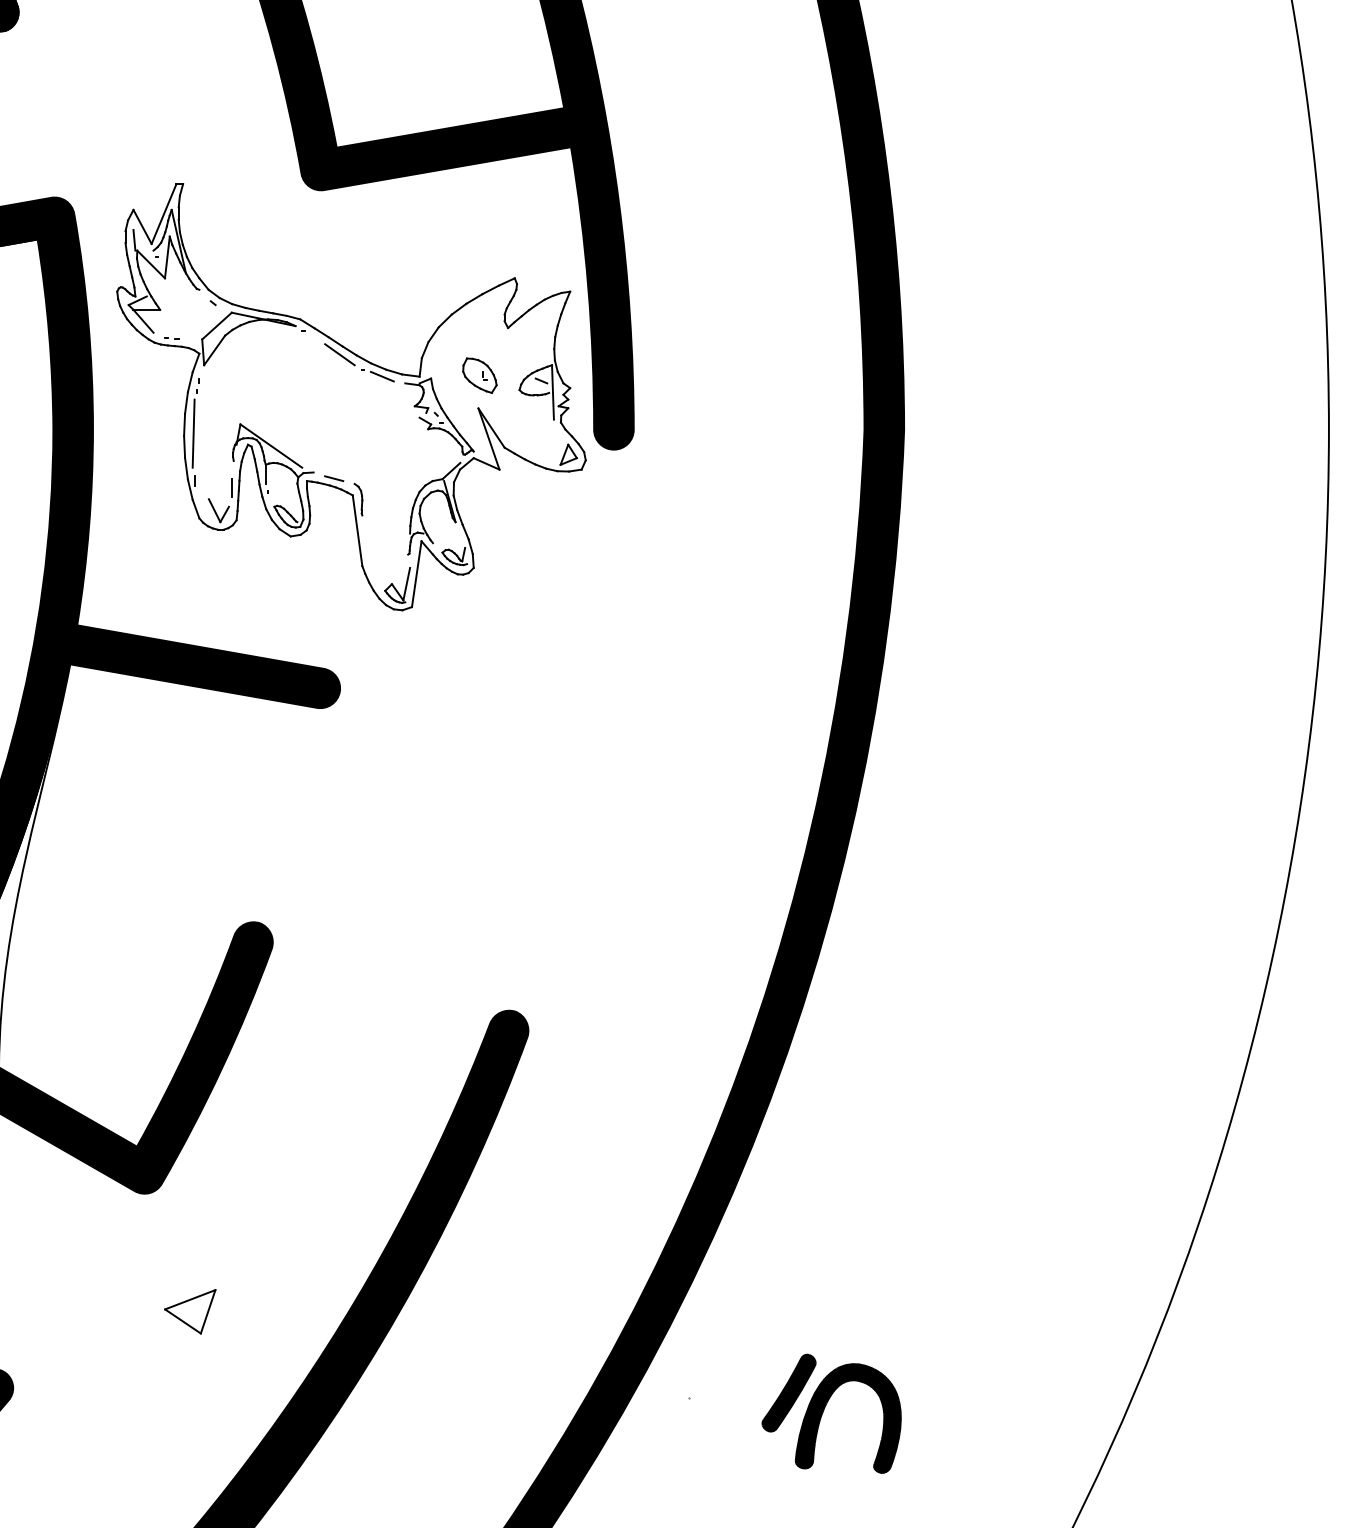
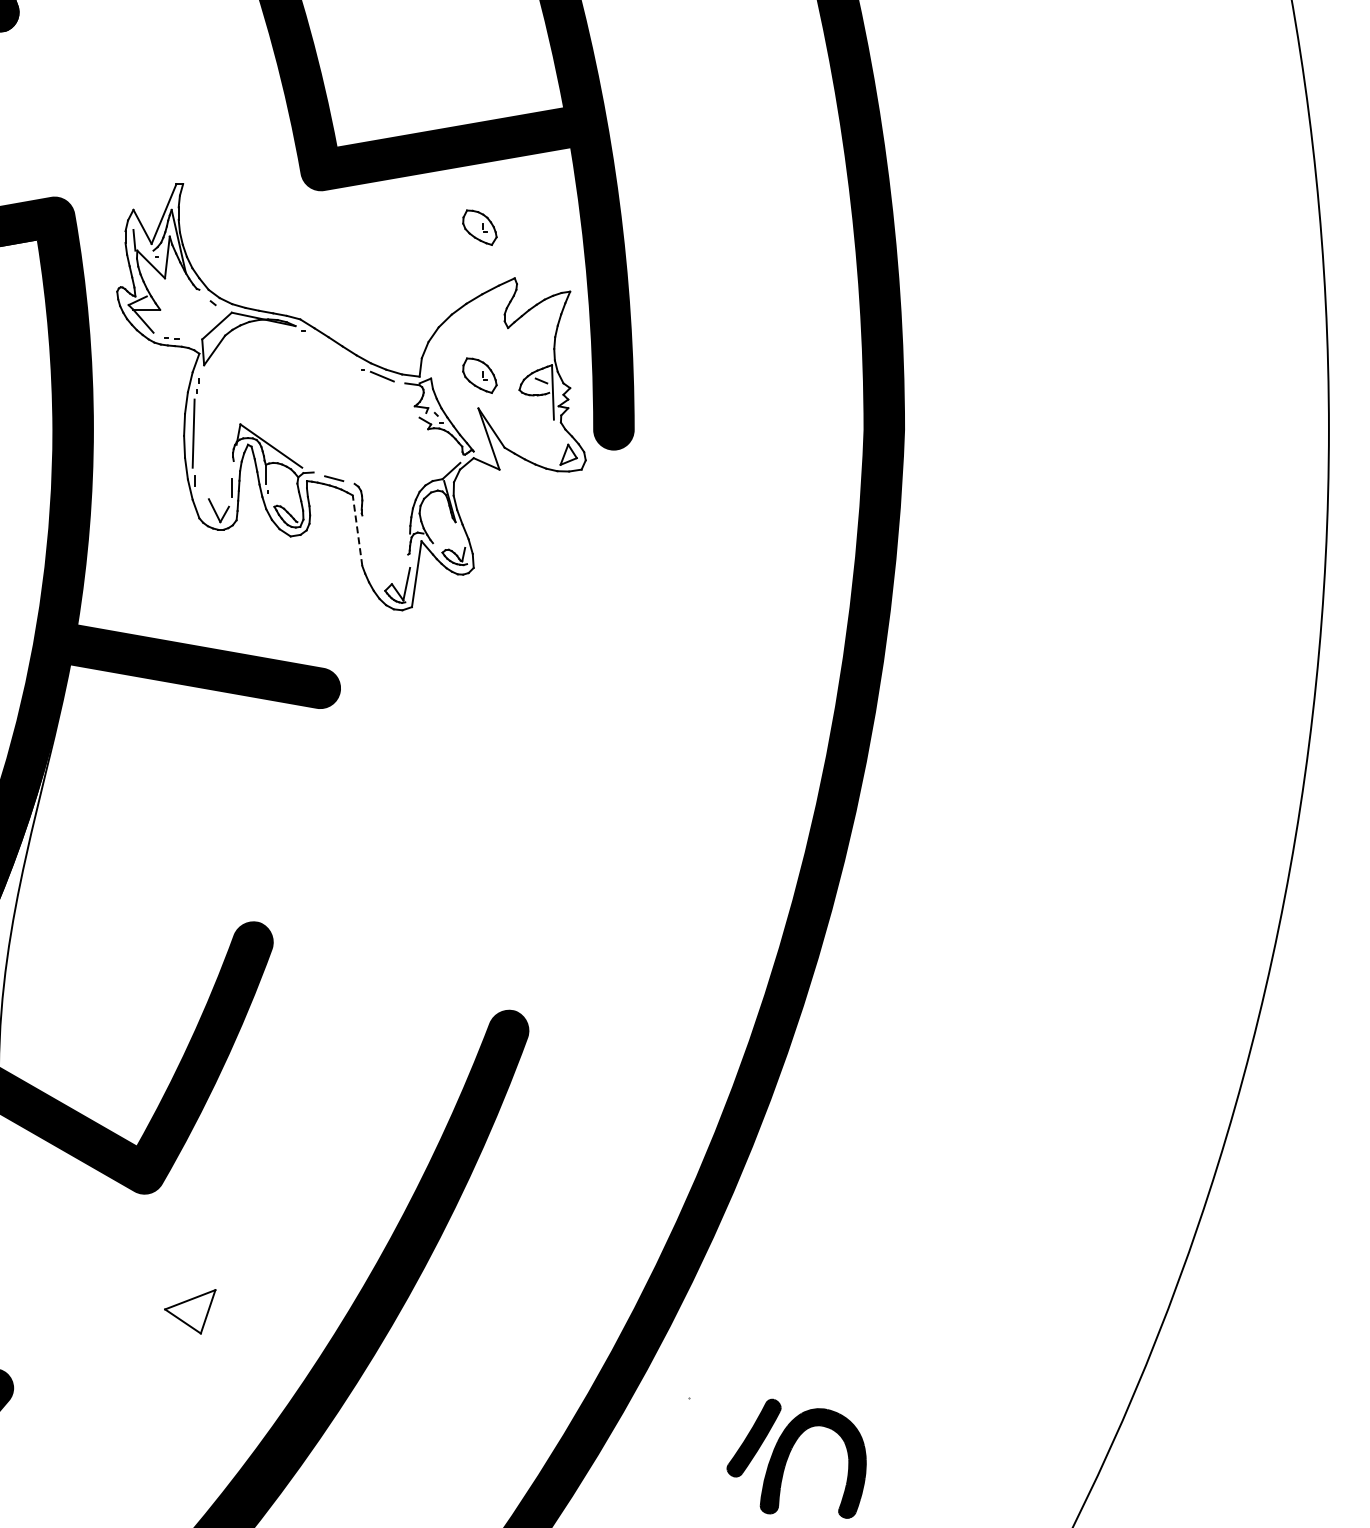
part at (479, 227): none -> present
line at (339, 354): present -> none
line at (357, 530): solid -> dashed
part at (824, 1410) position: (824, 1410) -> (789, 1455)
